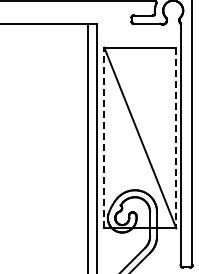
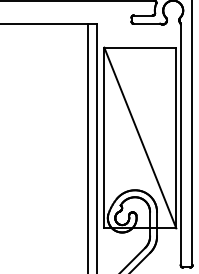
line at (104, 137): dashed -> solid
line at (176, 138): dashed -> solid
